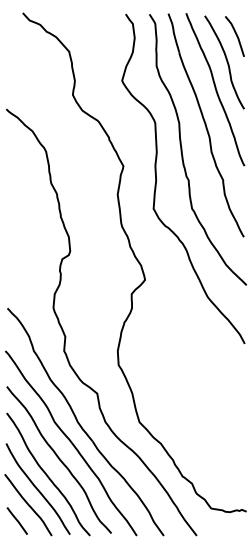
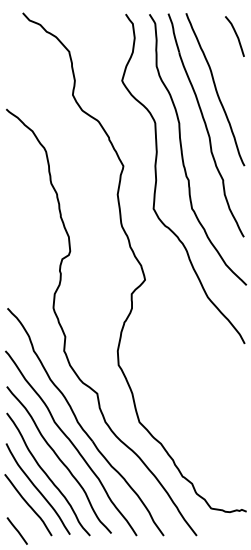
curve at (226, 62): present -> none
line at (16, 520) position: (16, 520) -> (16, 530)
